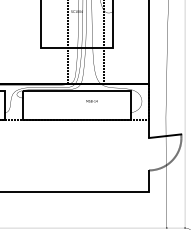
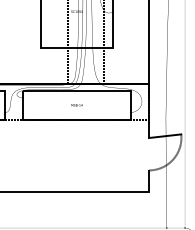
text at (91, 101) position: (91, 101) -> (76, 105)
